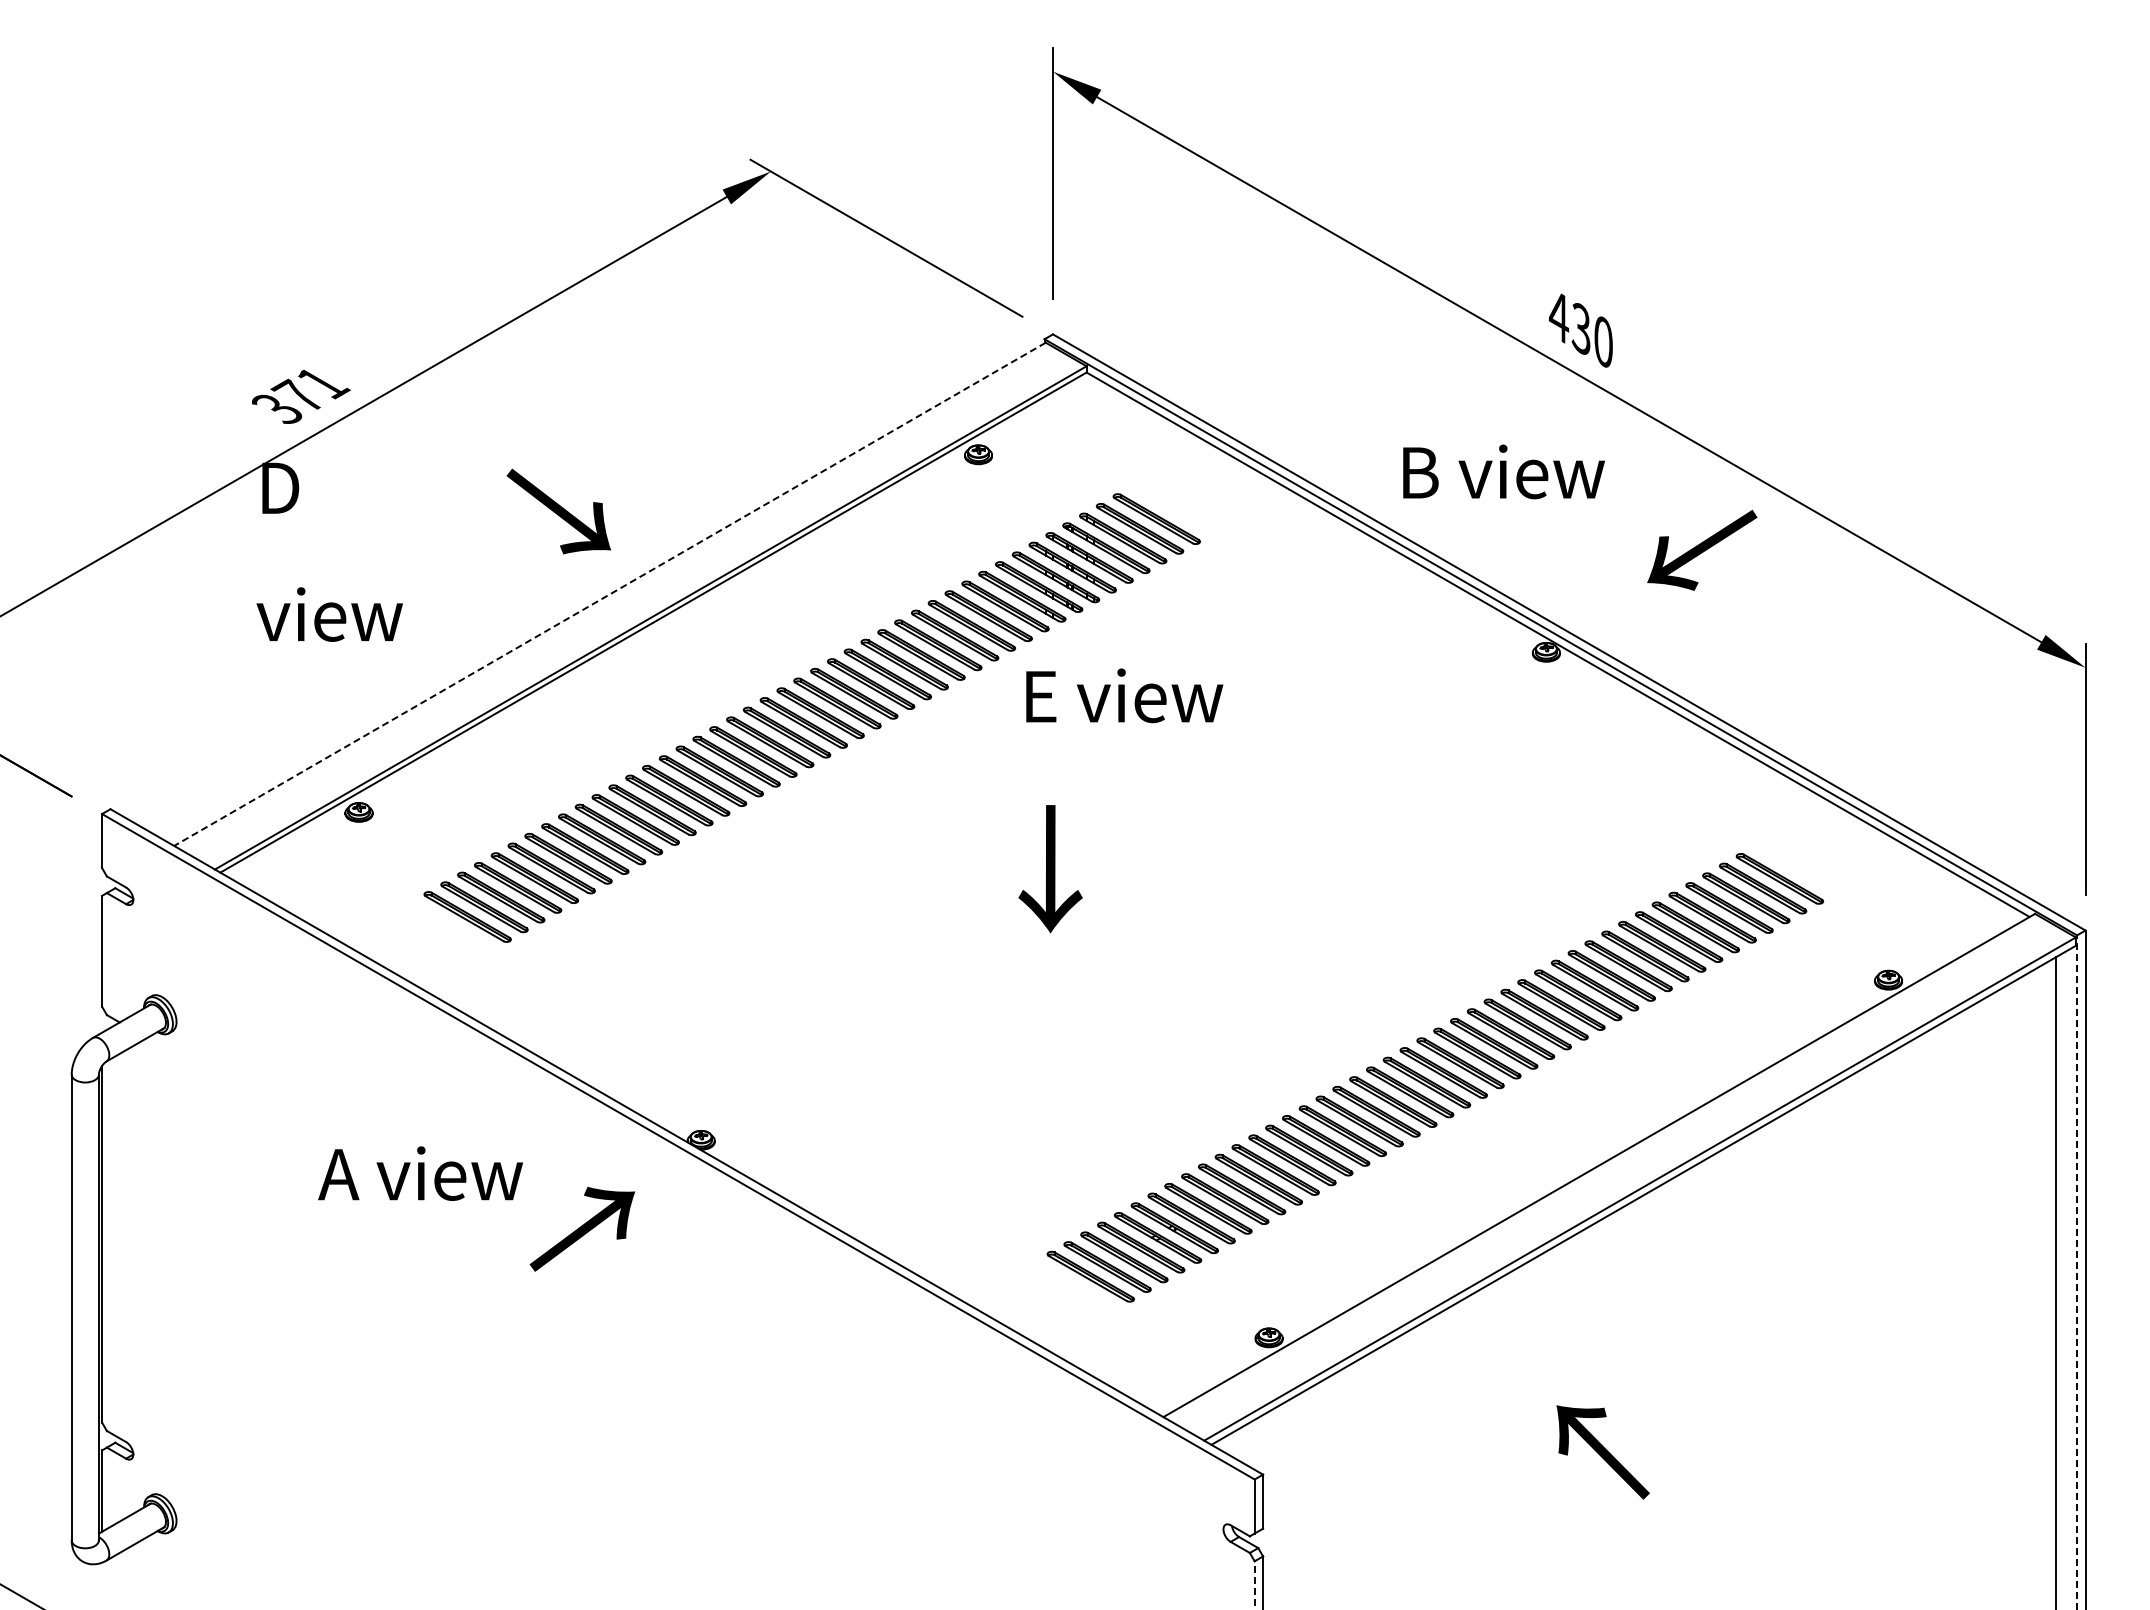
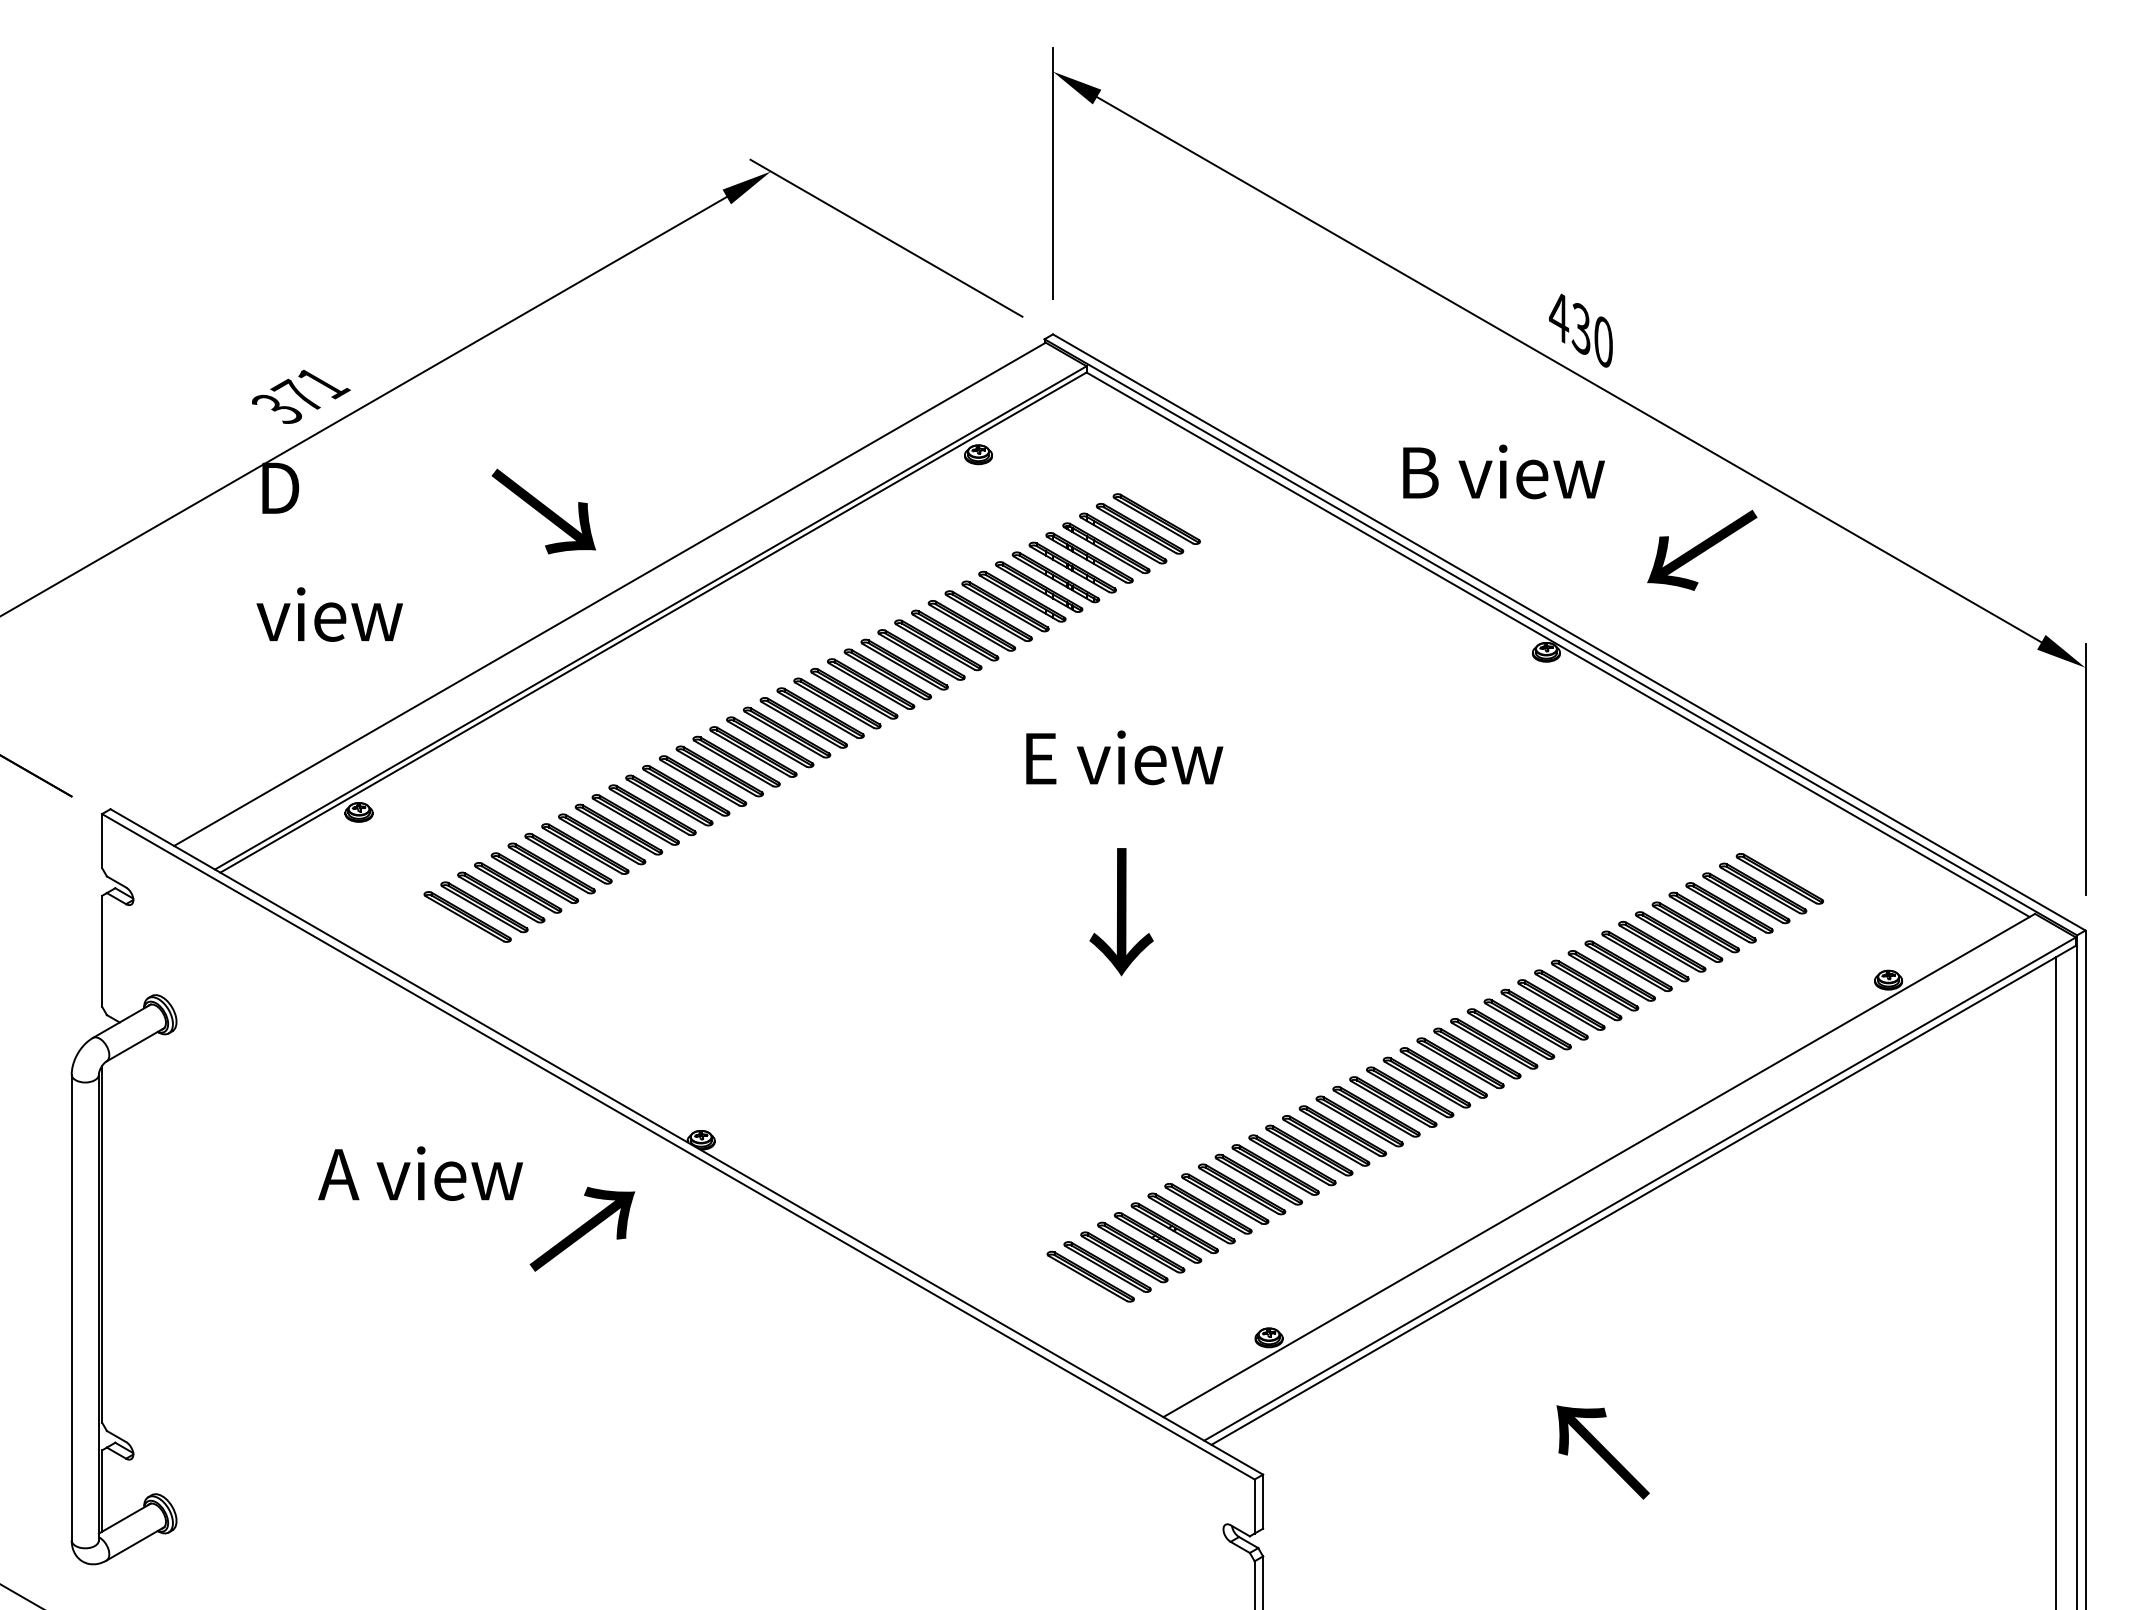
text at (558, 511) position: (558, 511) -> (543, 511)
line at (609, 594): dashed -> solid
text at (1124, 695) position: (1124, 695) -> (1124, 757)
text at (1050, 869) position: (1050, 869) -> (1121, 912)
line at (2077, 1271): dashed -> solid
line at (1254, 1585): dashed -> solid
